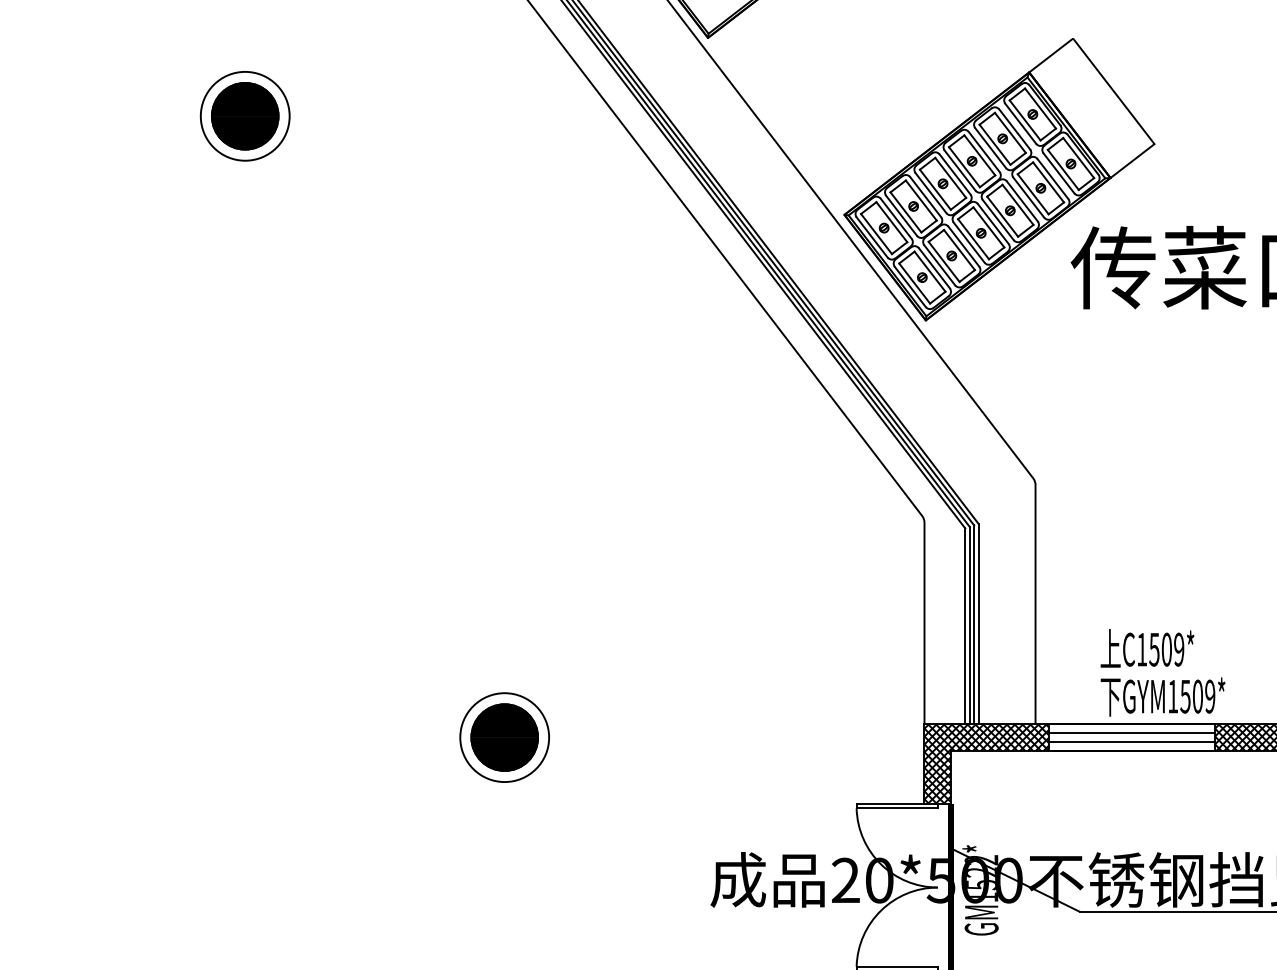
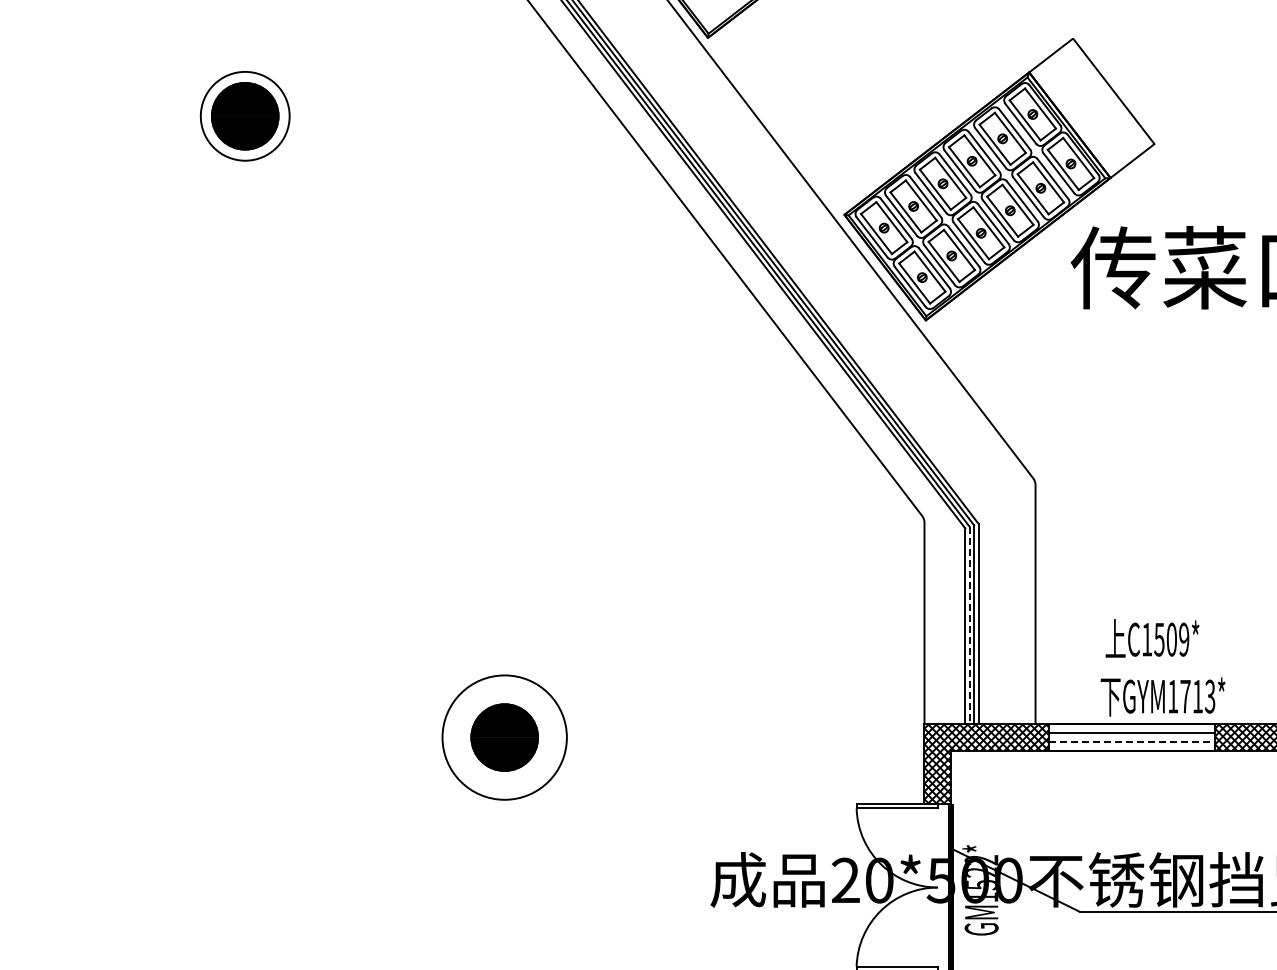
line at (969, 625): solid -> dashed
text at (1147, 648) position: (1147, 648) -> (1152, 638)
text at (1197, 696): GYM1509* -> GYM1713*
circle at (504, 737) diameter: 89 px -> 124 px
line at (1132, 742): solid -> dashed
